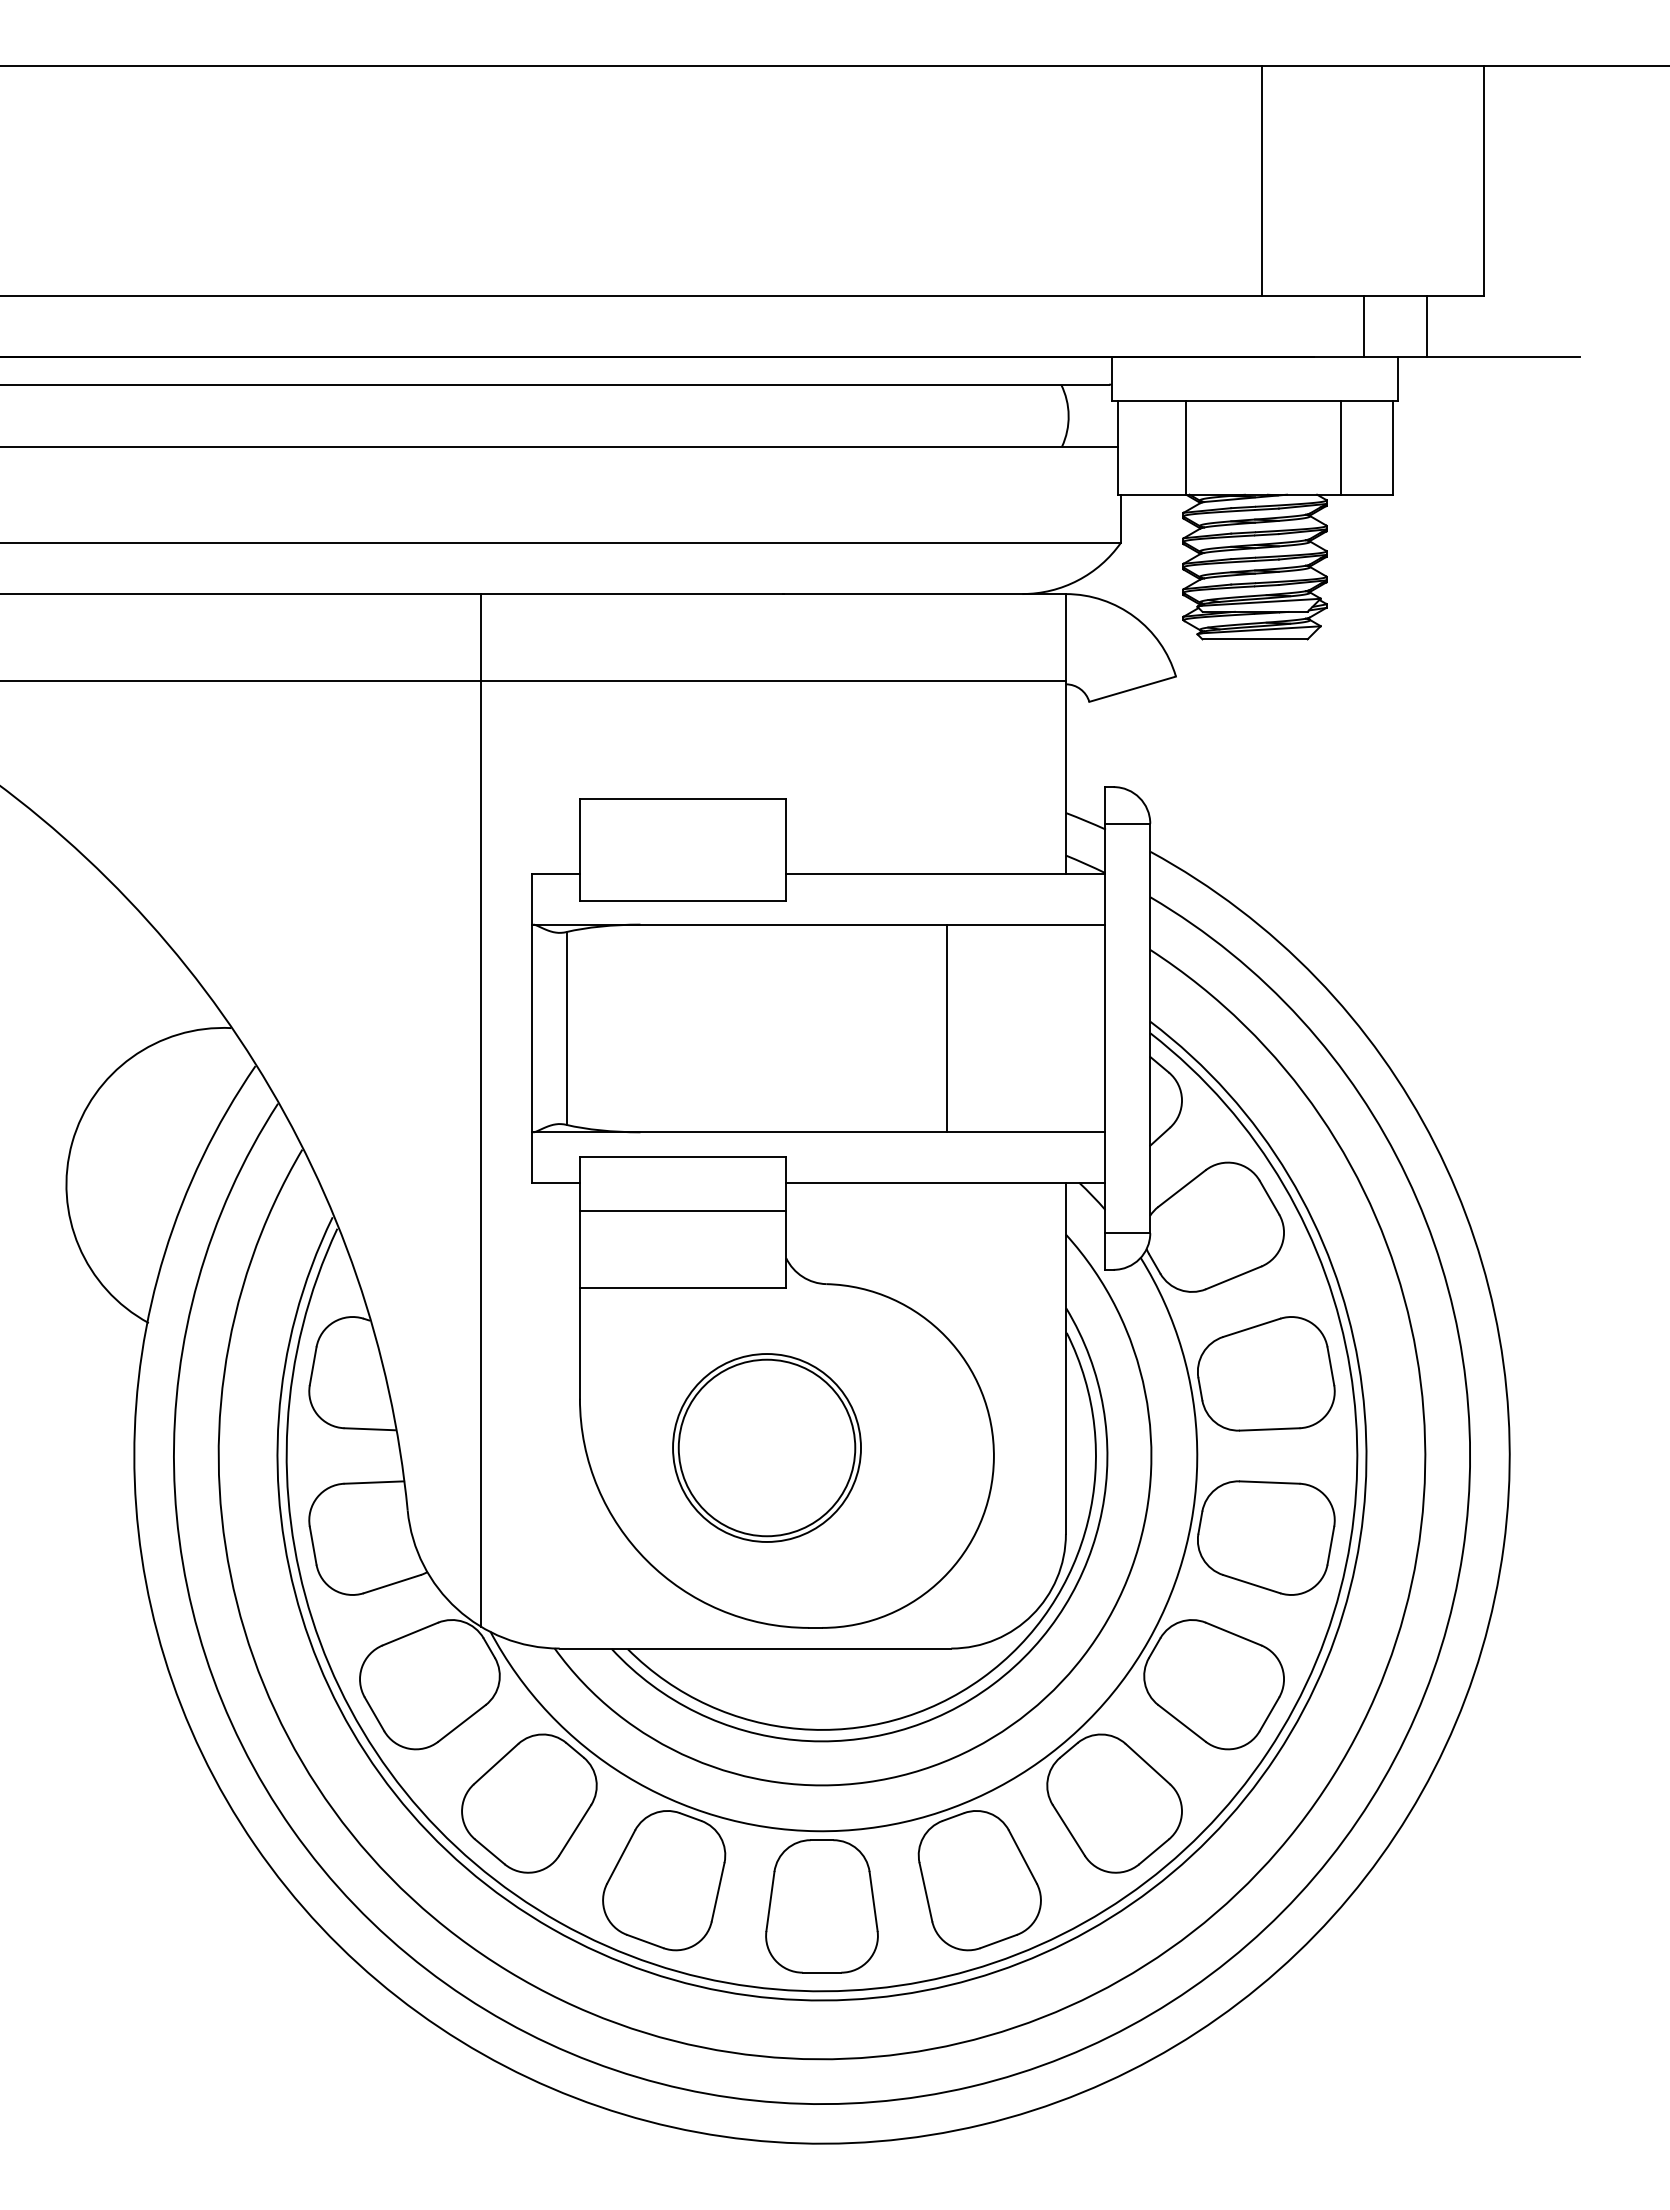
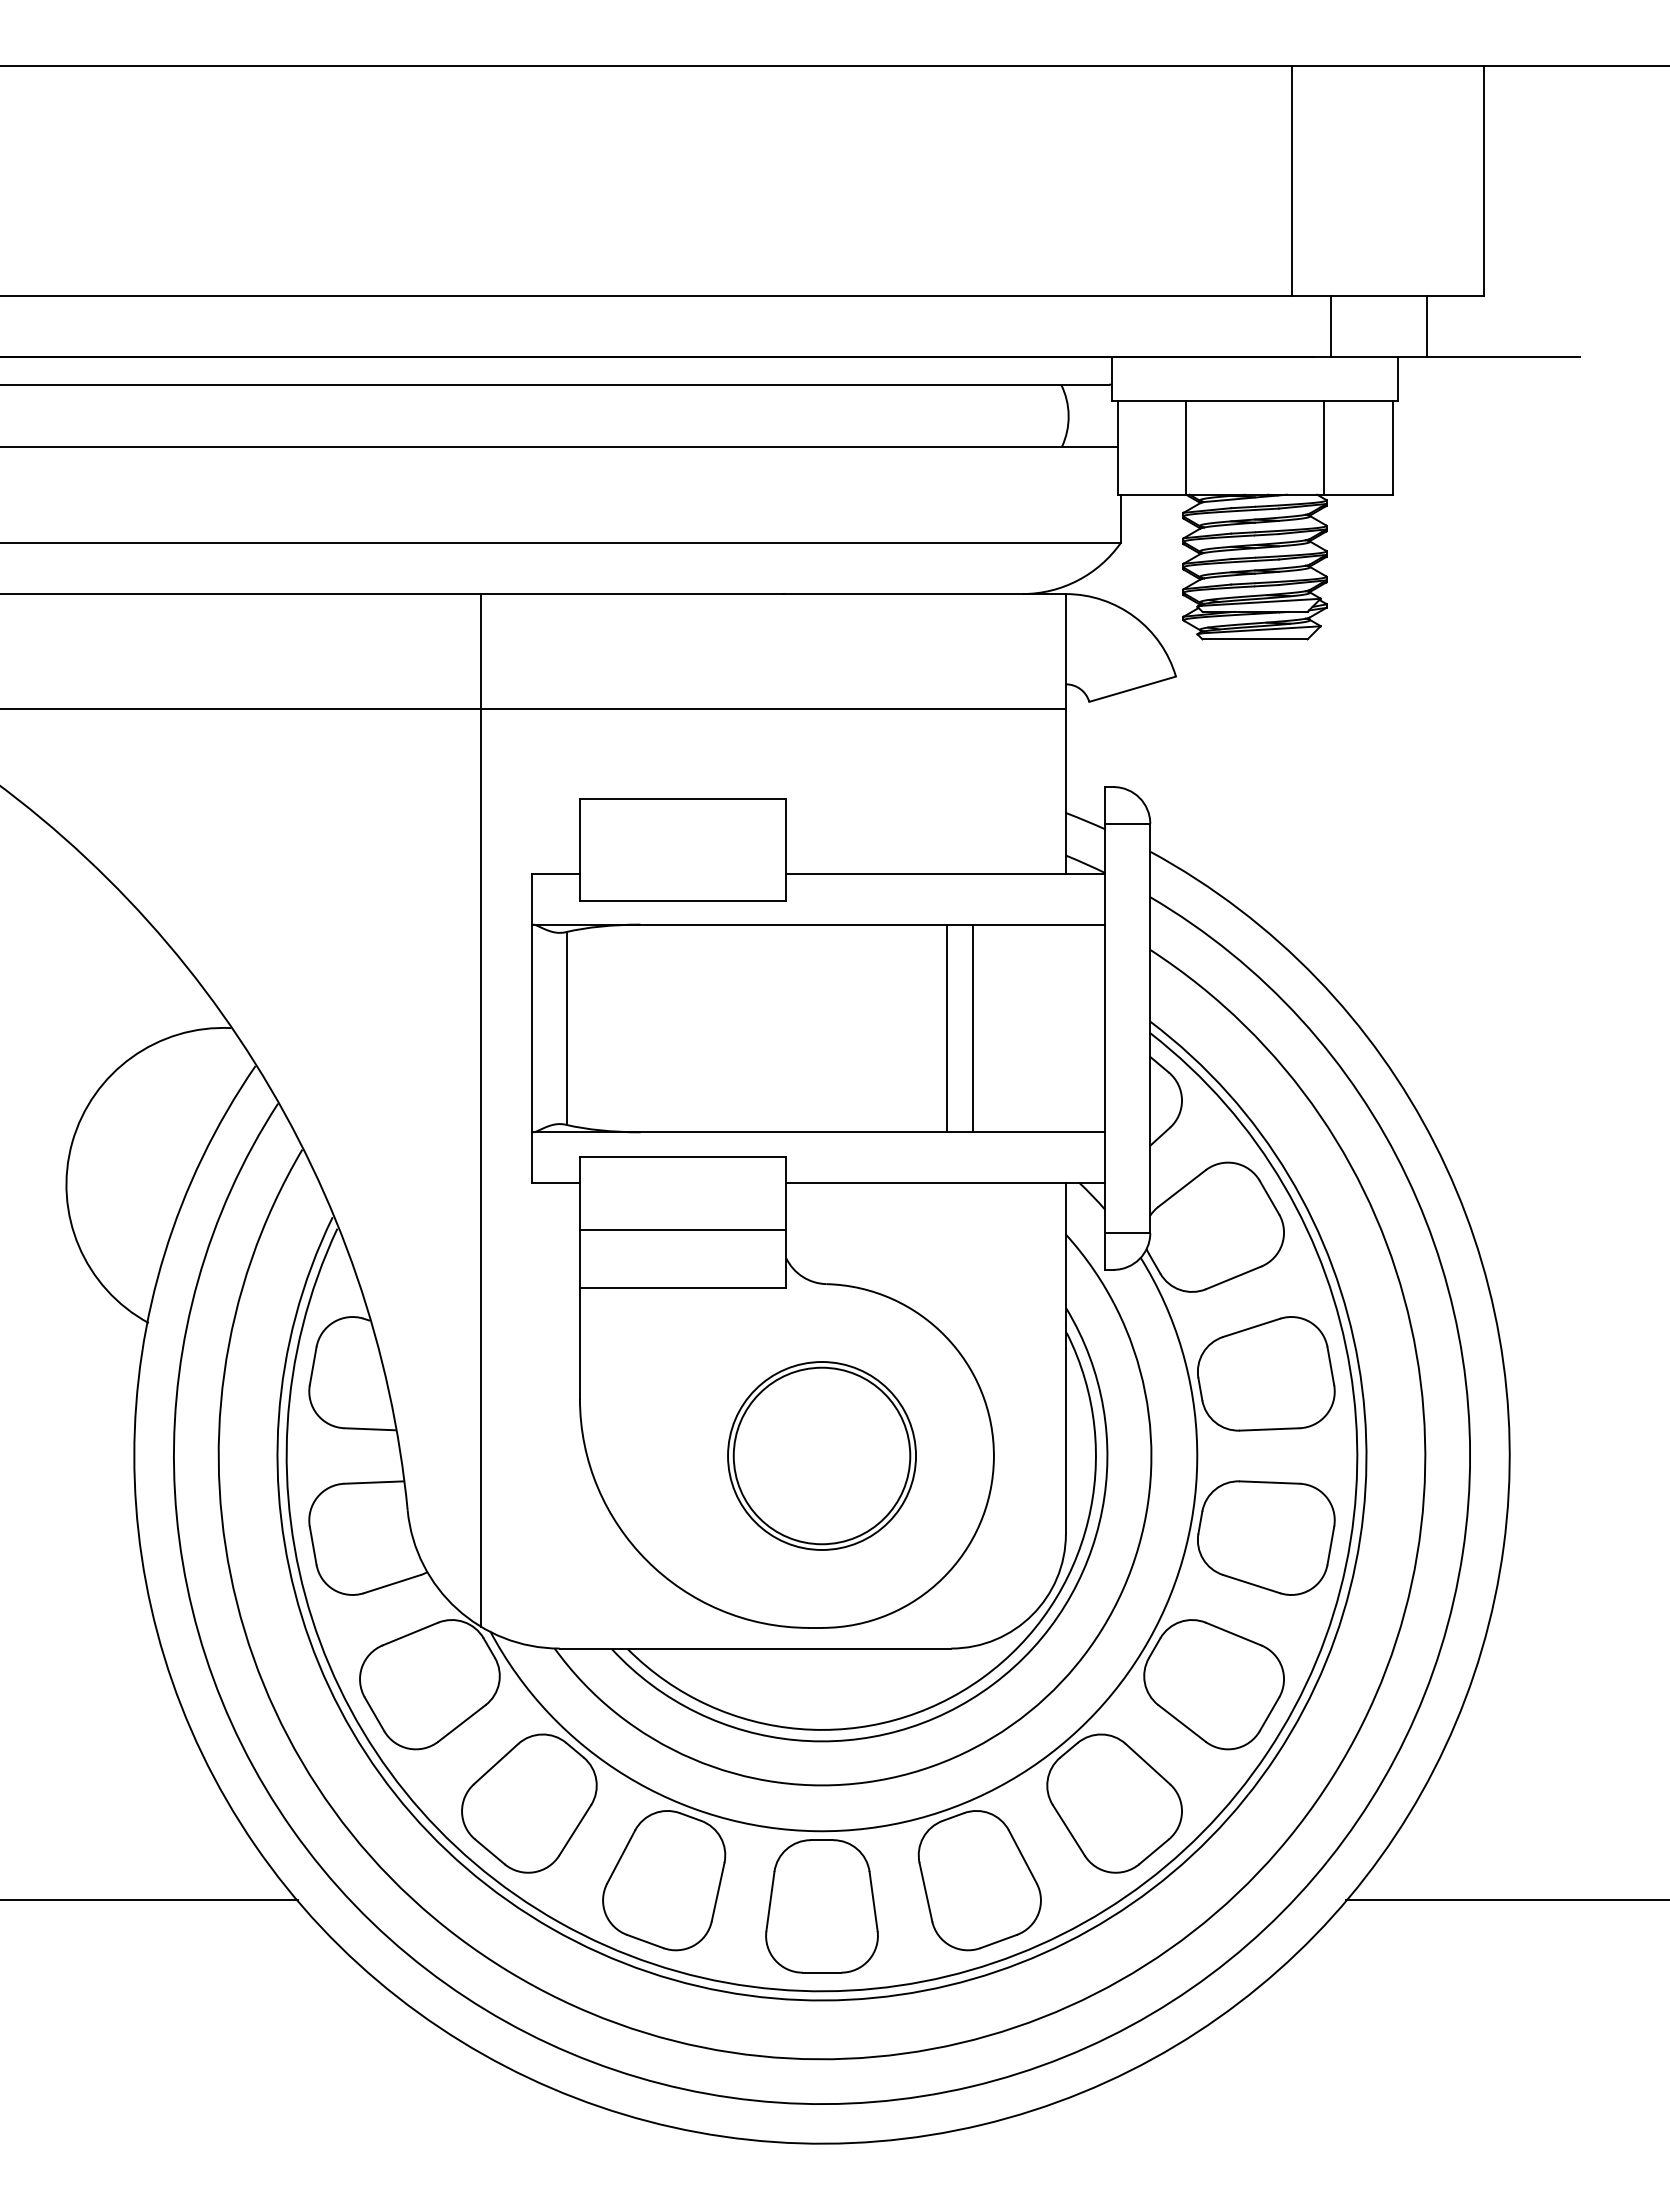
line at (1261, 180) position: (1261, 180) -> (1291, 180)
line at (1363, 326) position: (1363, 326) -> (1330, 326)
line at (1340, 447) position: (1340, 447) -> (1323, 447)
line at (533, 680) position: (533, 680) -> (533, 708)
line at (972, 1028): none -> present
line at (682, 1210) position: (682, 1210) -> (682, 1229)
part at (766, 1447) position: (766, 1447) -> (821, 1455)
line at (150, 1900): none -> present
line at (1505, 1900): none -> present
